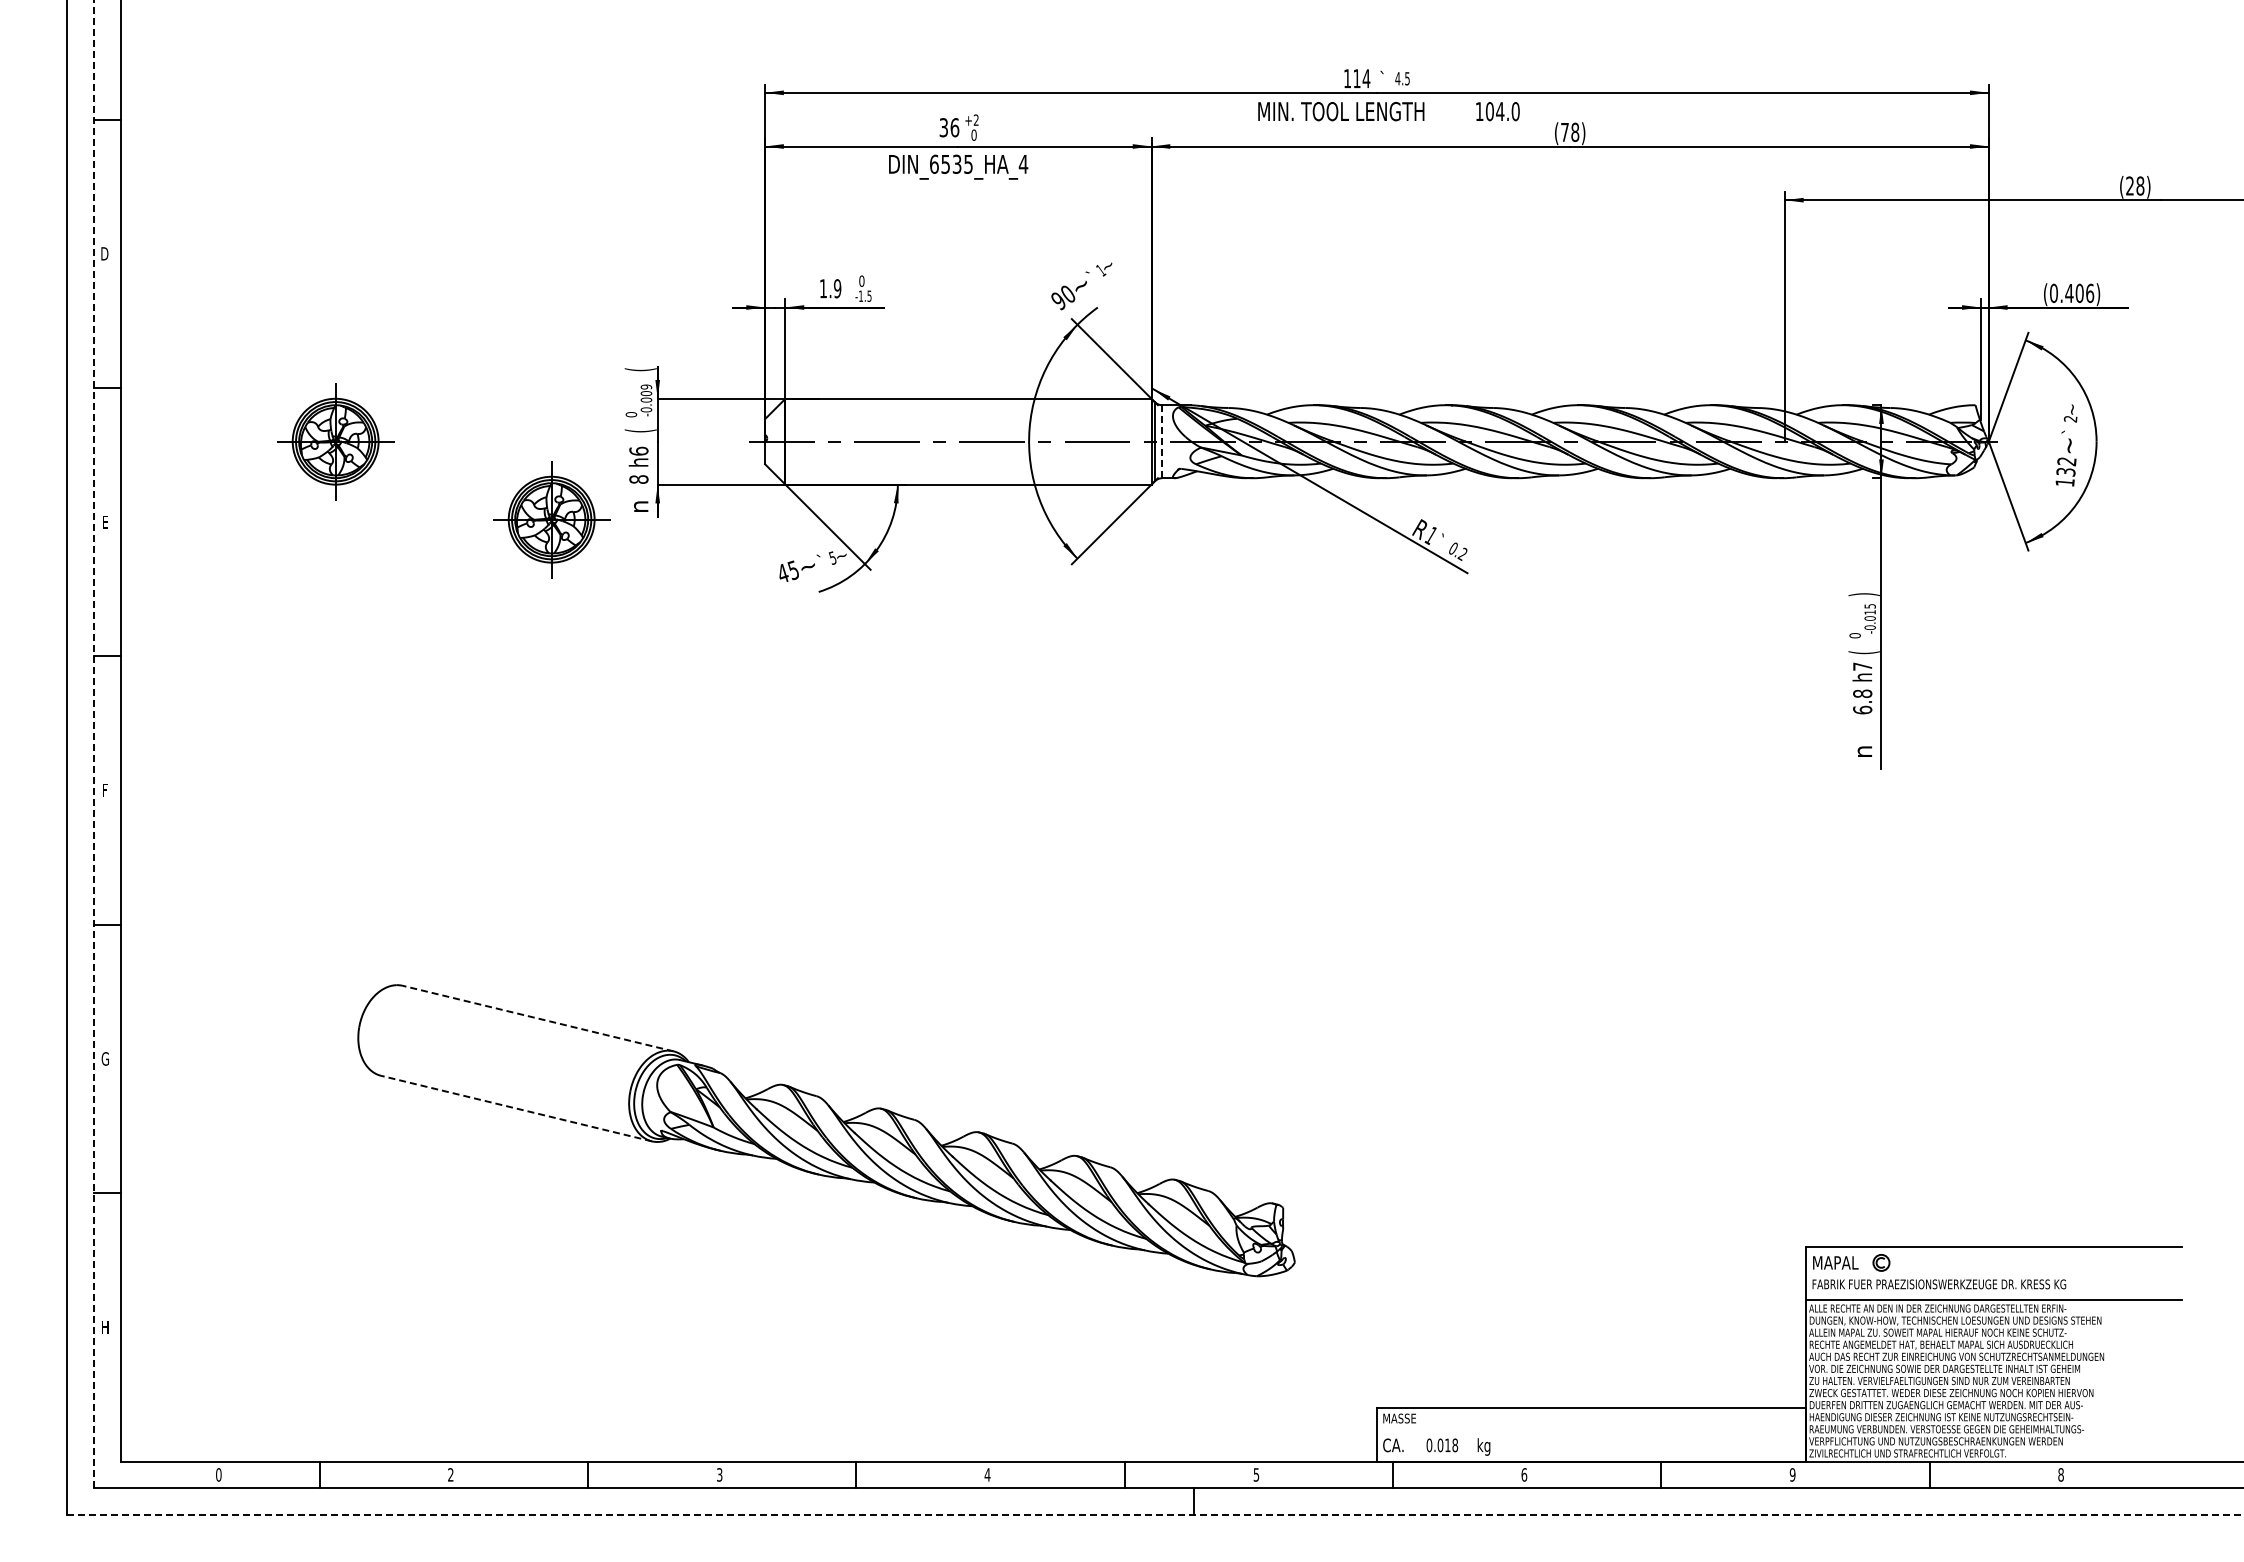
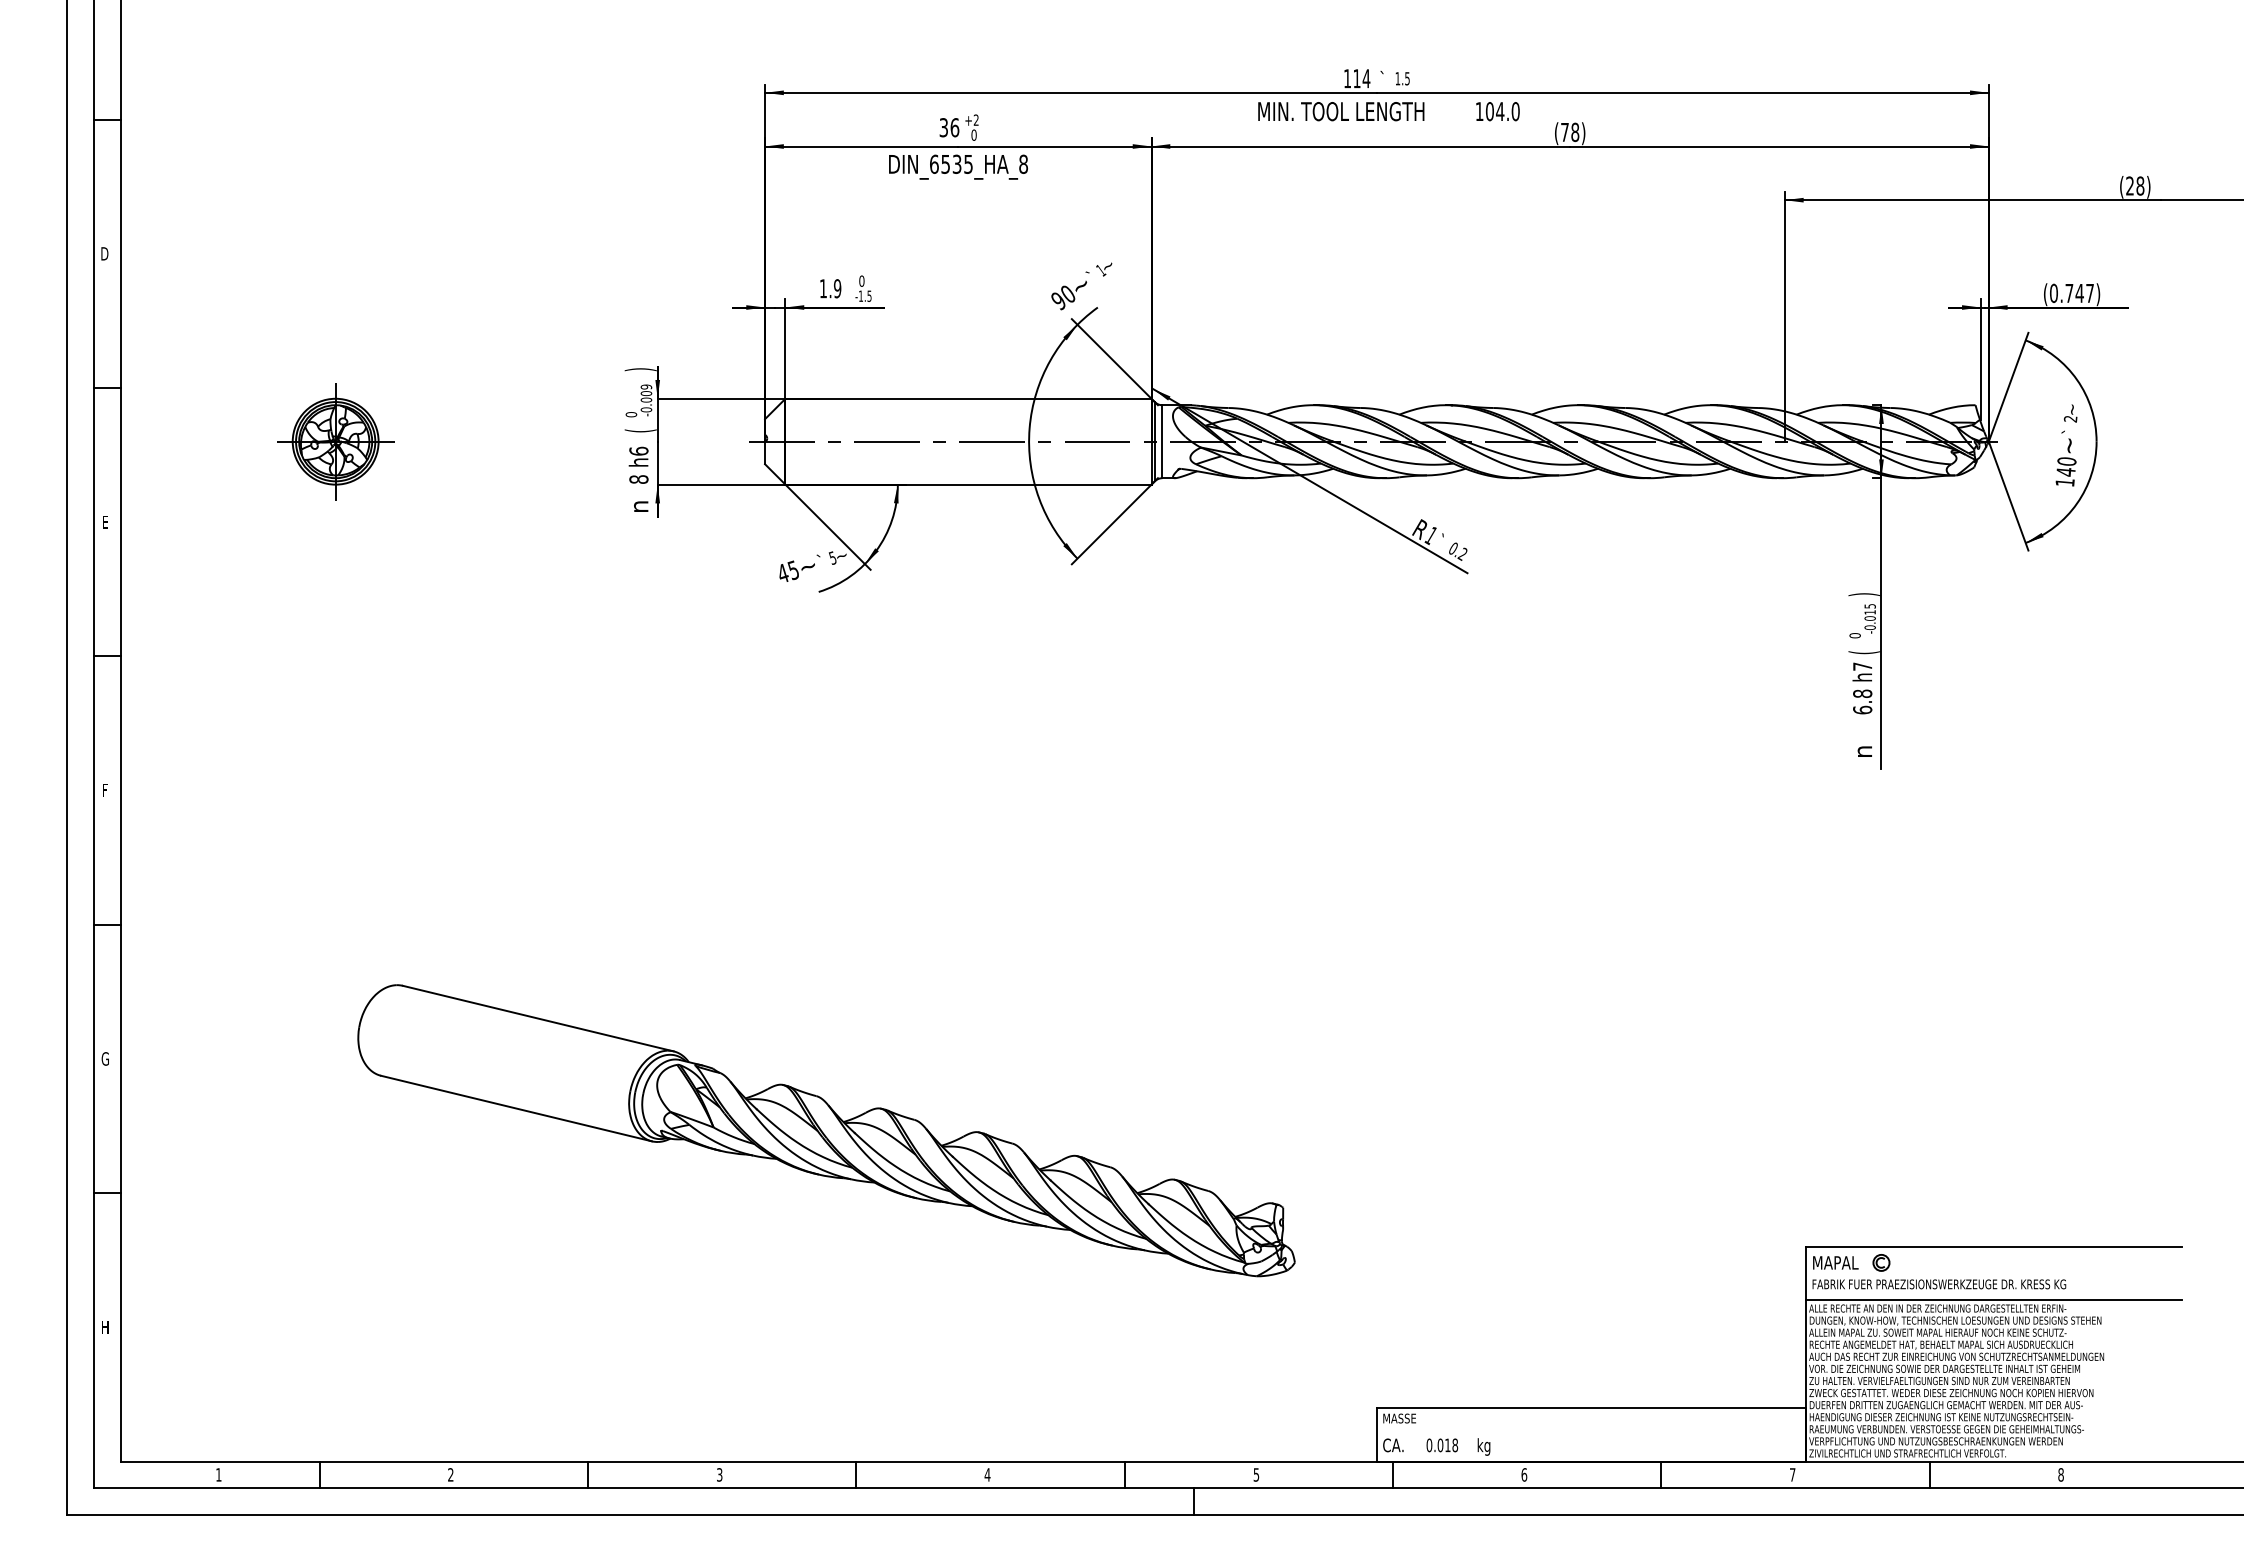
text at (1397, 78): 4.5 -> 1.5
text at (1023, 163): DIN_6535_HA_4 -> DIN_6535_HA_8
text at (2079, 293): (0.406) -> (0.747)
text at (640, 369): ( -> )
line at (1162, 442): dashed -> solid
text at (2066, 466): 132 -> 140
part at (551, 519): present -> none
line at (94, 744): dashed -> solid
line at (537, 1018): dashed -> solid
line at (516, 1108): dashed -> solid
text at (218, 1474): 0 -> 1
text at (1792, 1474): 9 -> 7
line at (1156, 1515): dashed -> solid
